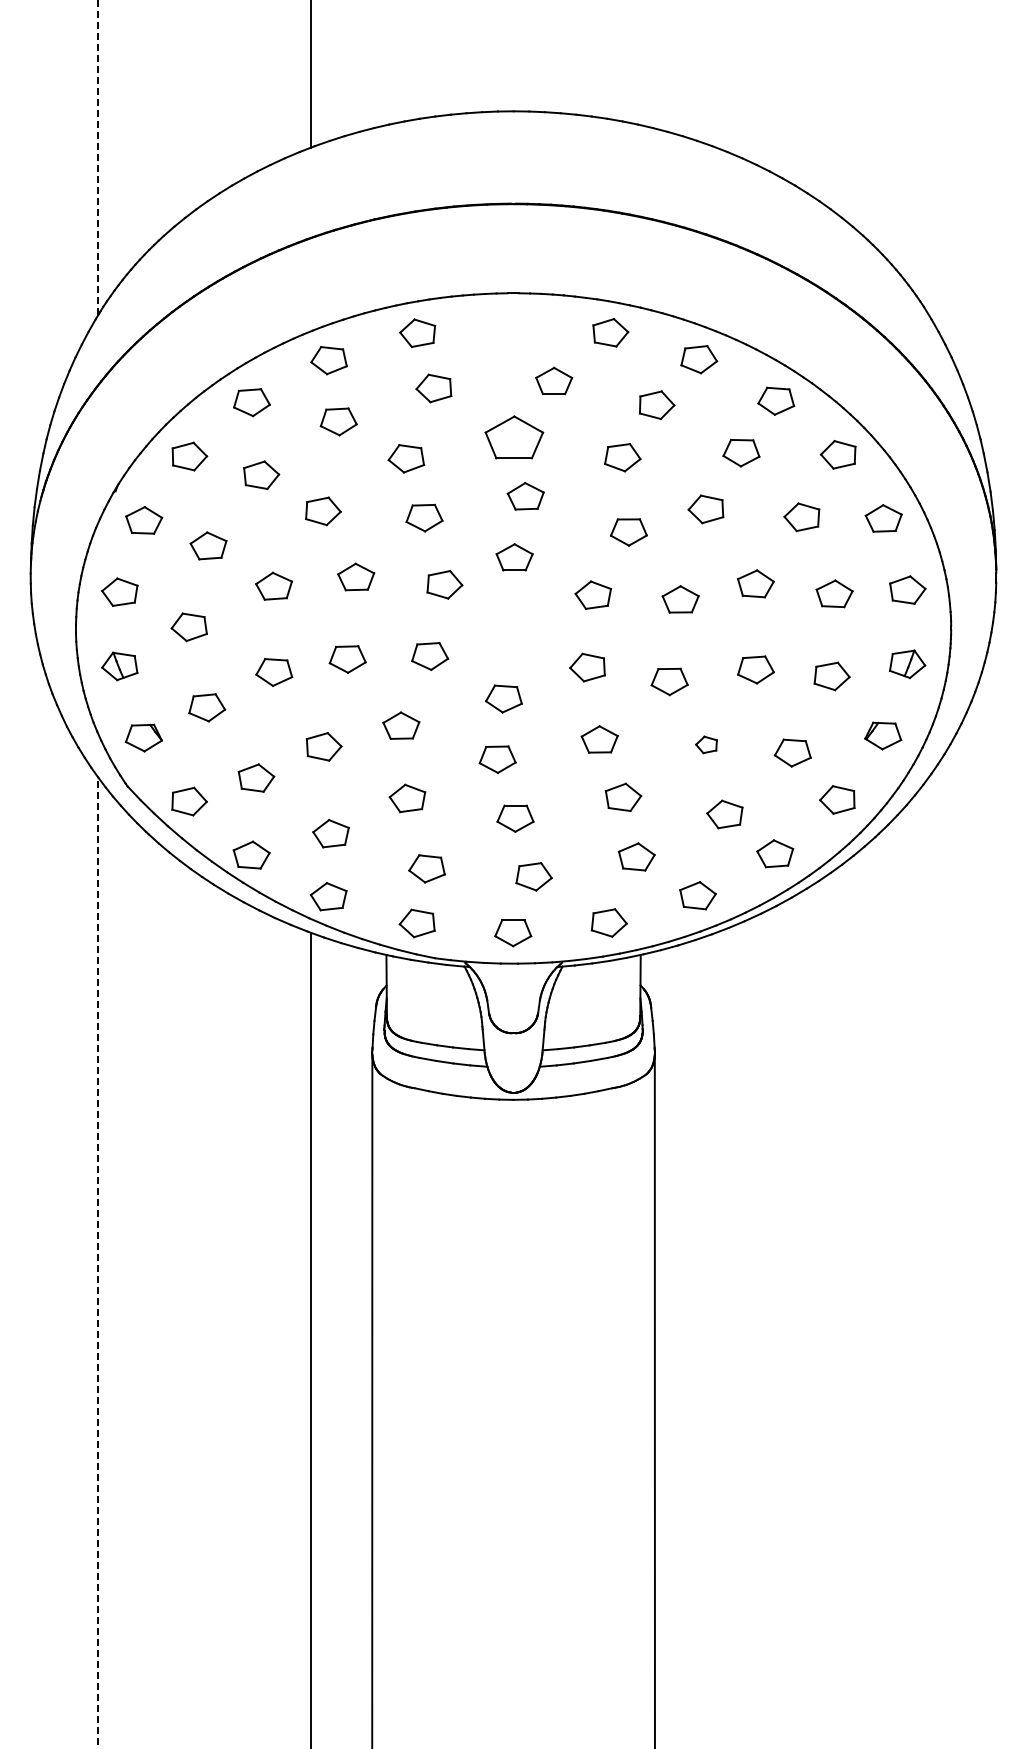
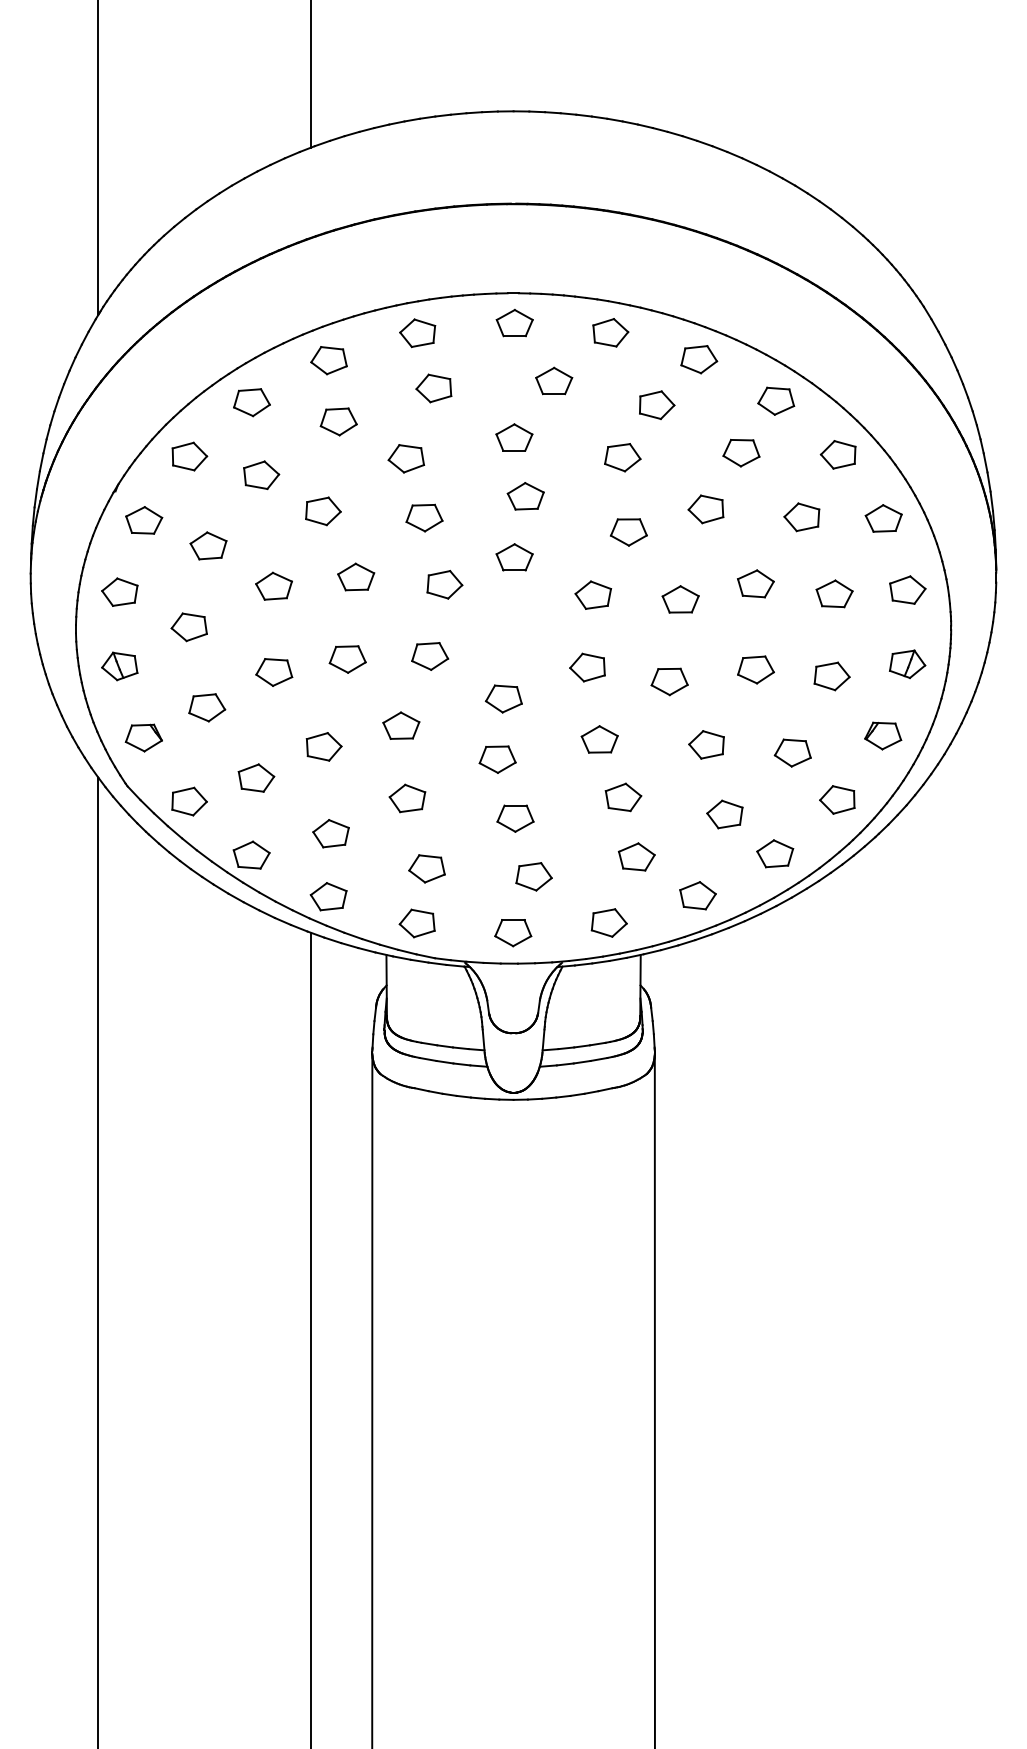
line at (98, 157): dashed -> solid
part at (514, 322): none -> present
part at (514, 437) size: 61x45 px -> 39x29 px
part at (706, 744) size: 23x20 px -> 37x30 px
line at (98, 1262): dashed -> solid
